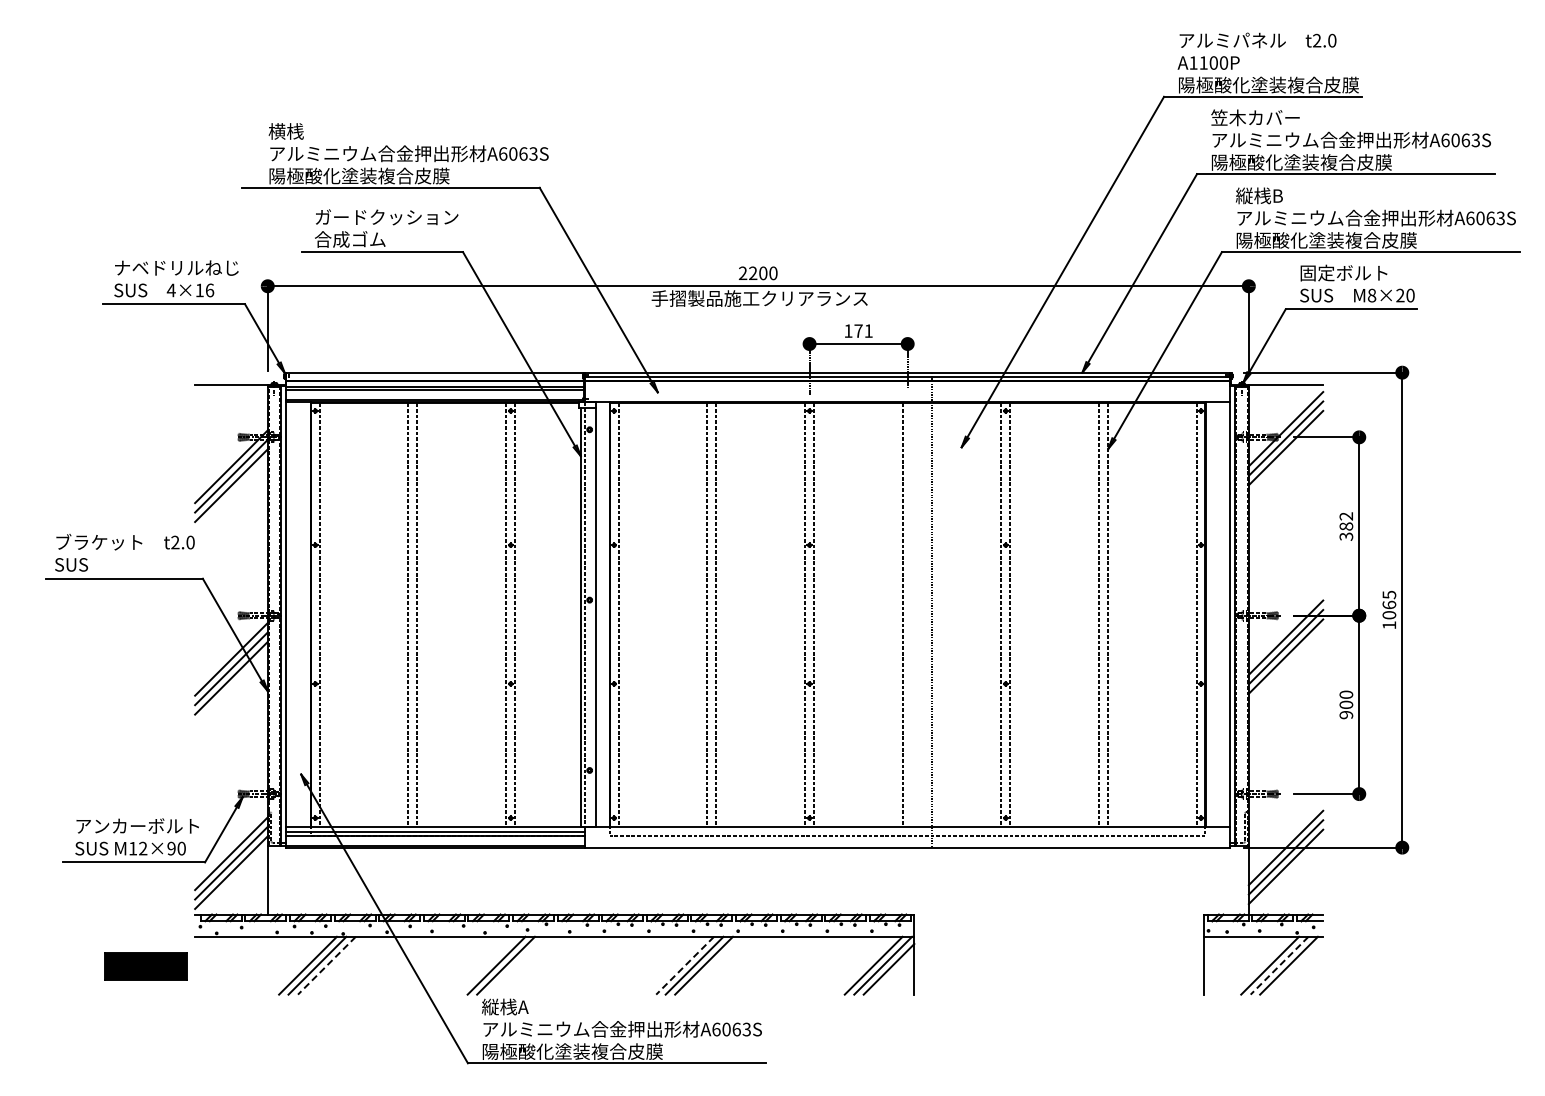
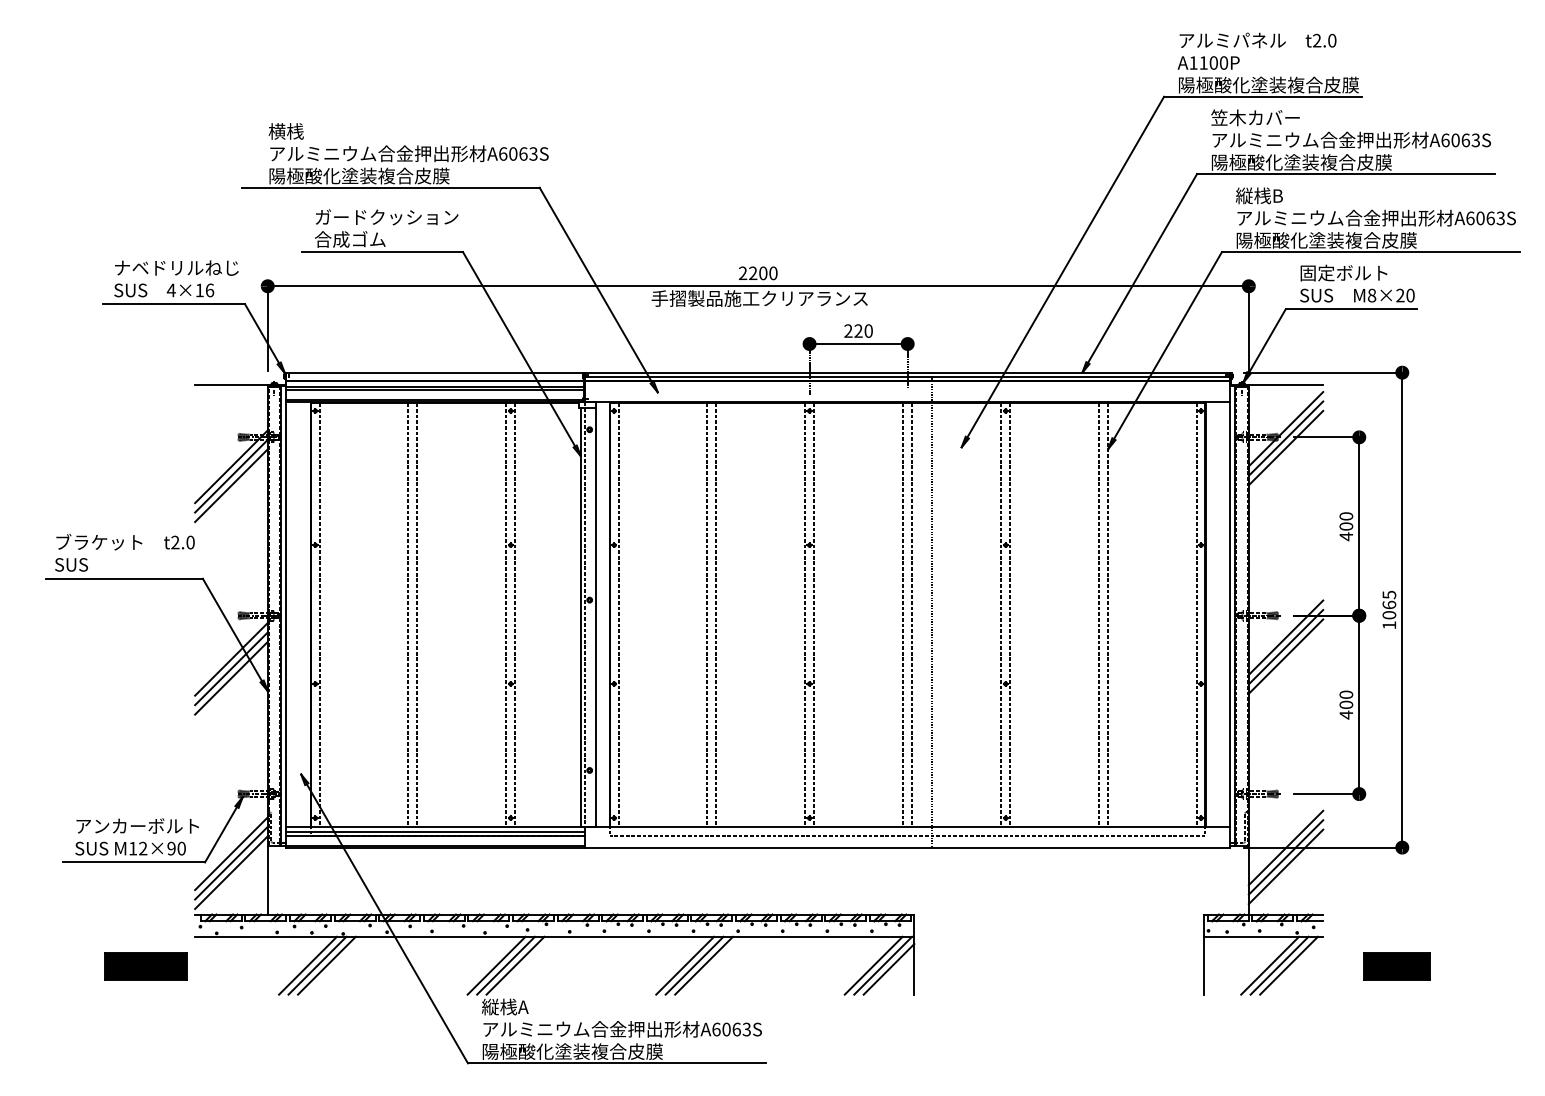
text at (858, 330): 171 -> 220
text at (1346, 526): 382 -> 400
line at (912, 614): none -> present
text at (1346, 714): 900 -> 400
line at (326, 965): dashed -> solid
line at (515, 965): none -> present
line at (685, 965): dashed -> solid
line at (1279, 965): dashed -> solid
part at (1396, 966): none -> present
